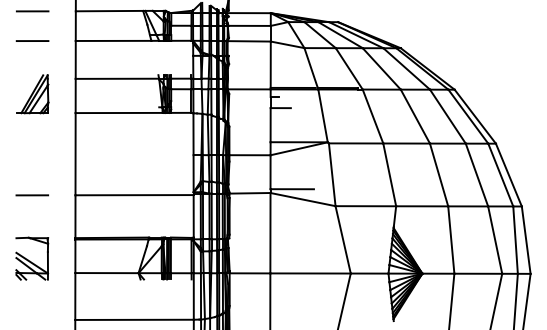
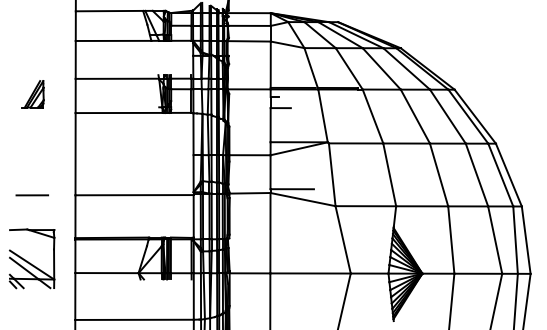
line at (32, 11): present -> none
line at (32, 41): present -> none
part at (32, 94) size: 34x41 px -> 24x29 px
part at (32, 258) size: 35x45 px -> 48x62 px
